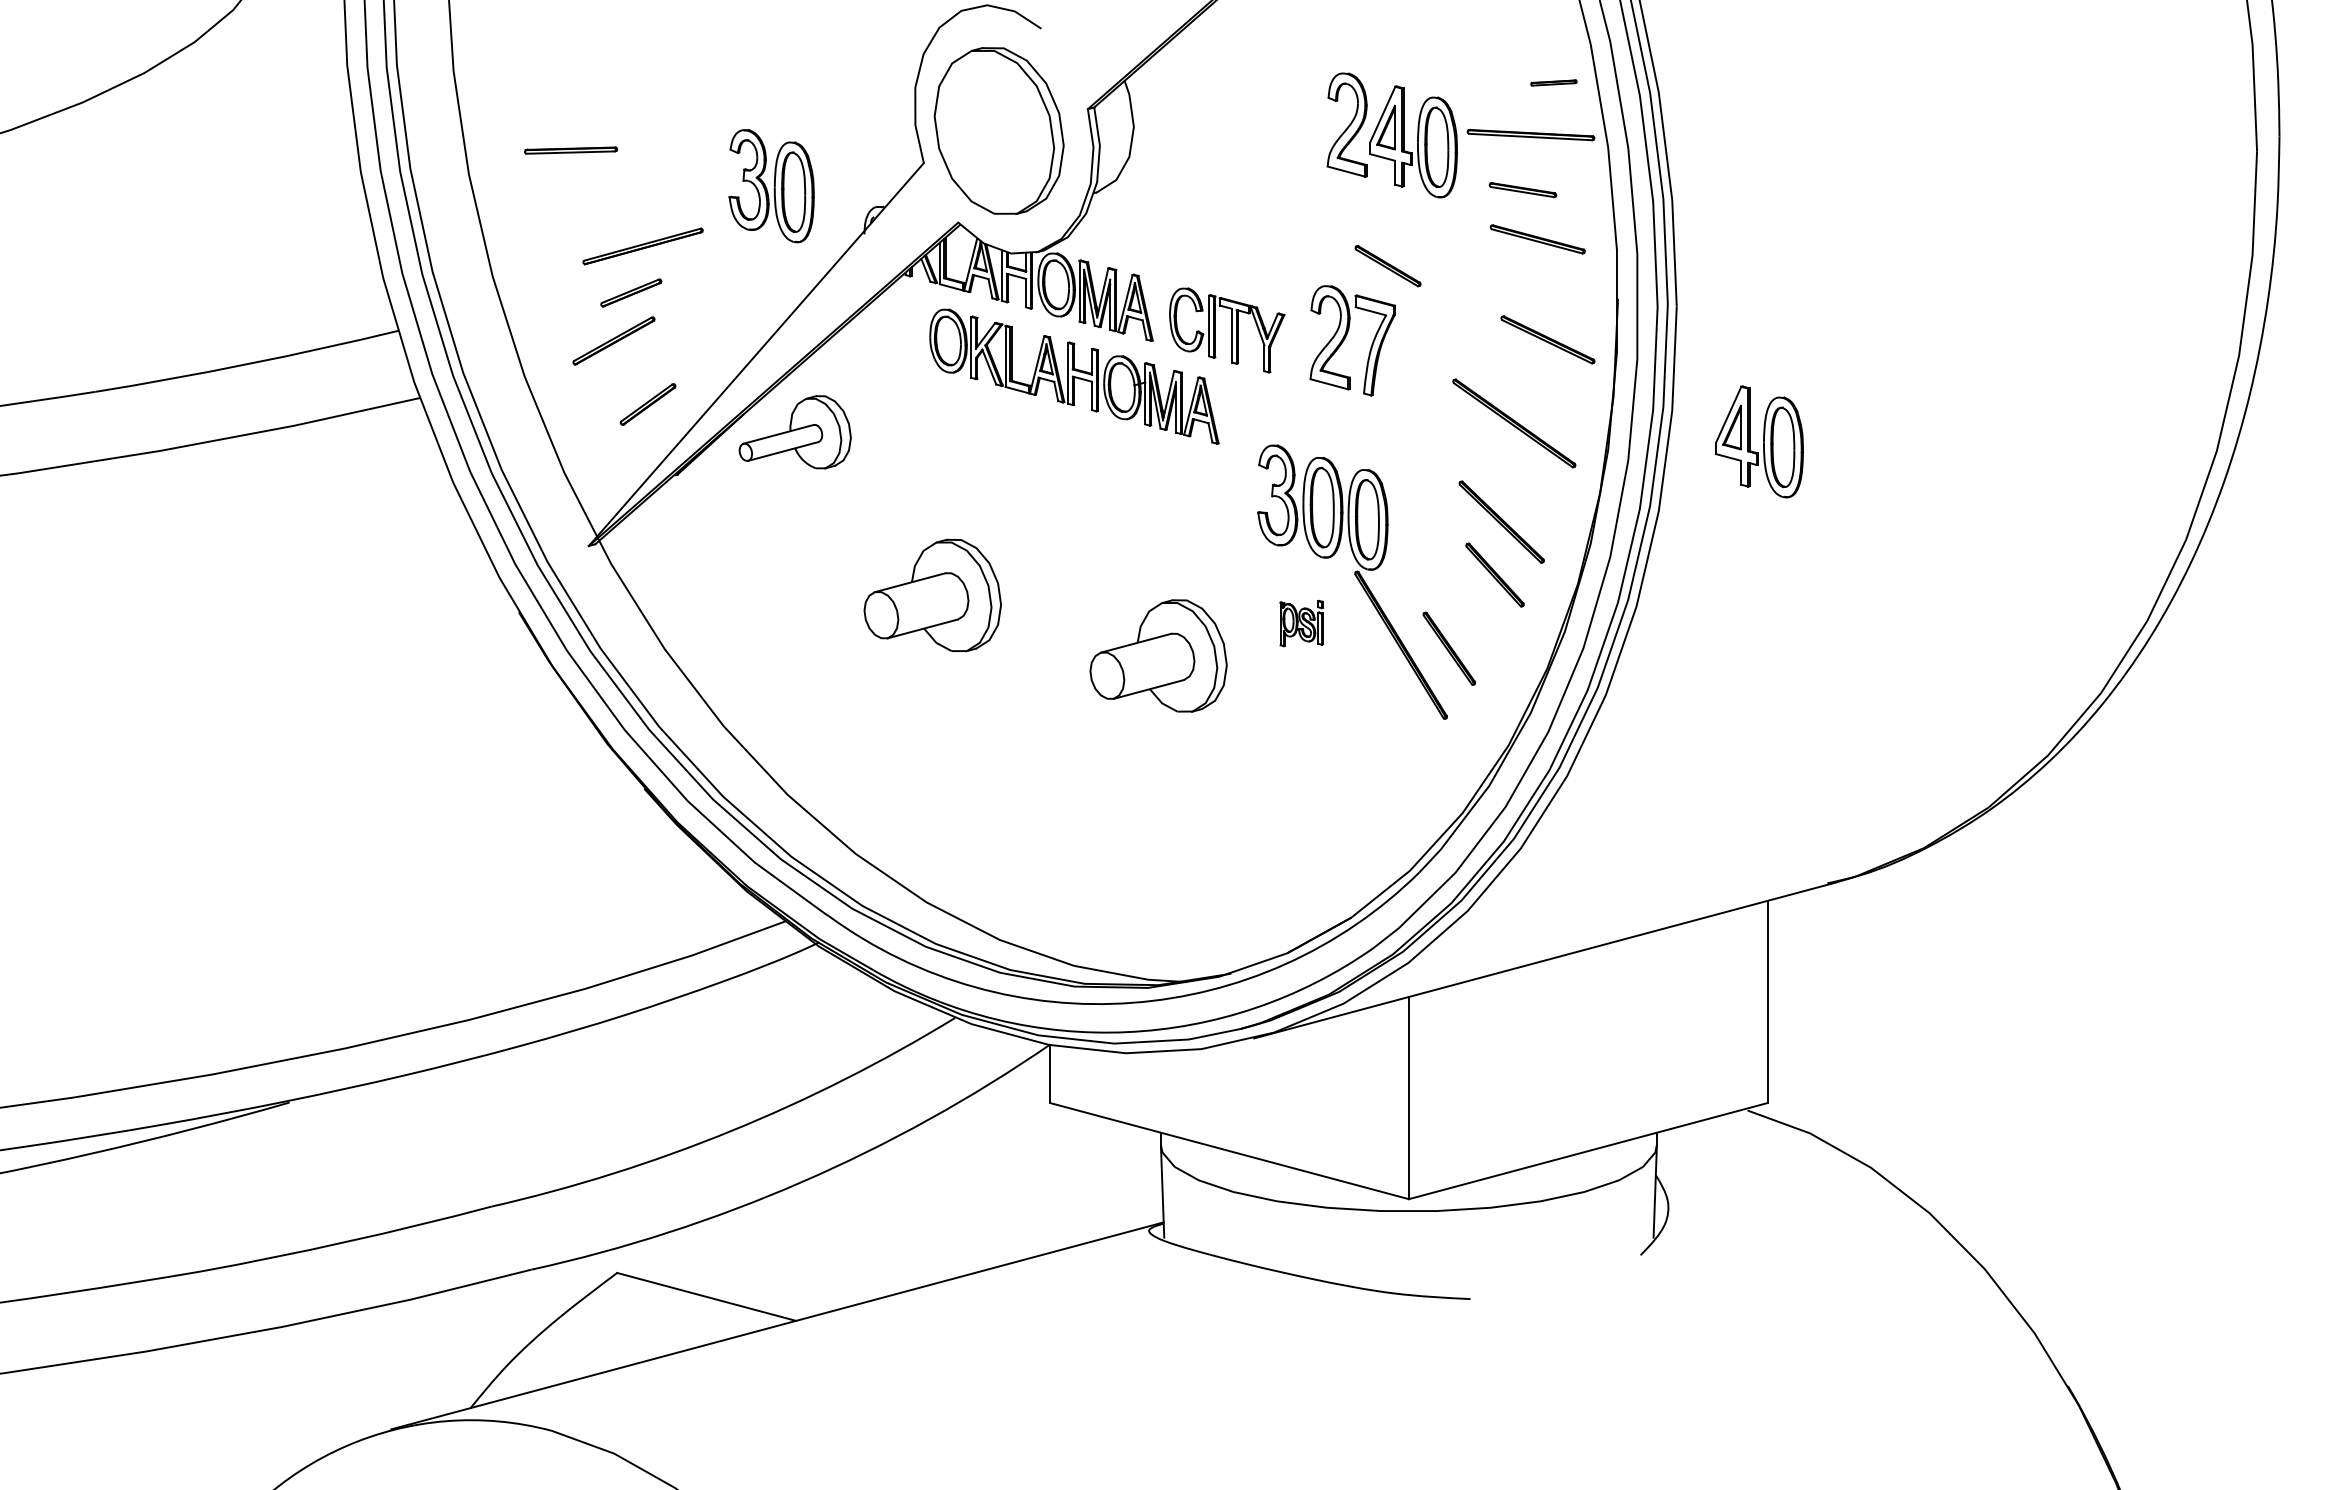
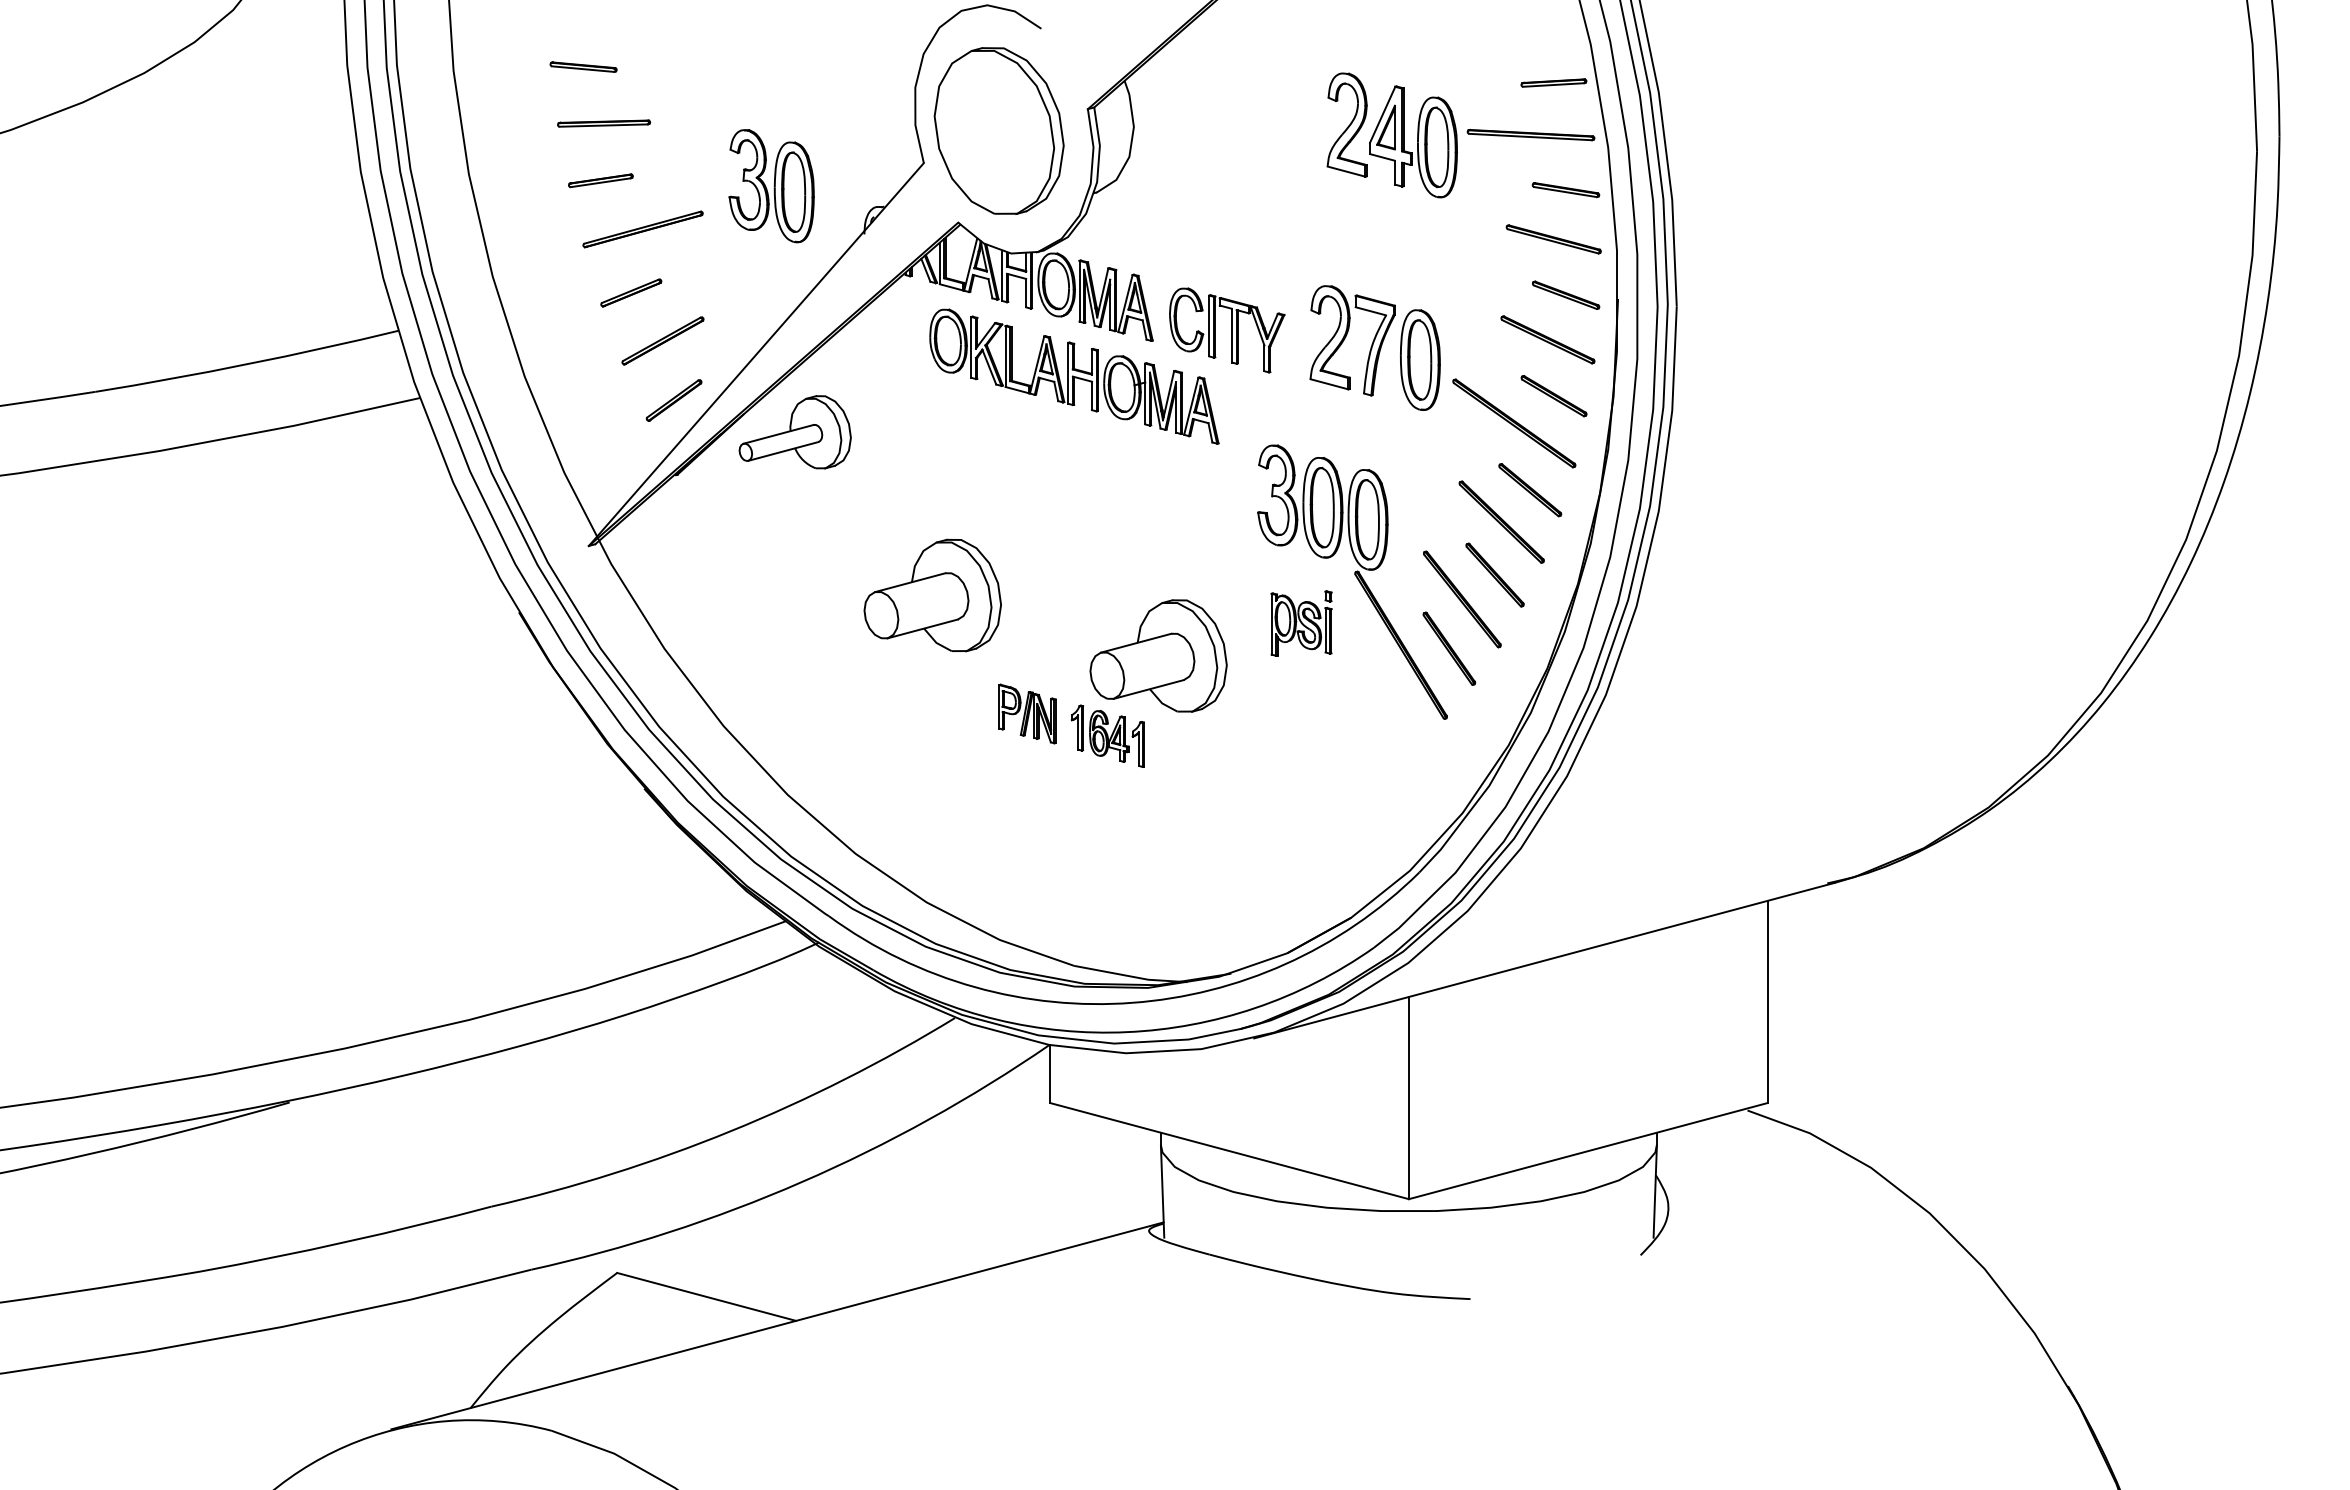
part at (583, 66): none -> present
part at (1553, 82) size: 48x8 px -> 68x10 px
part at (571, 150) position: (571, 150) -> (604, 123)
part at (600, 180): none -> present
part at (1522, 190) position: (1522, 190) -> (1565, 190)
part at (1537, 239) position: (1537, 239) -> (1553, 239)
part at (642, 246) position: (642, 246) -> (642, 229)
part at (1387, 266) position: (1387, 266) -> (1553, 396)
part at (1566, 294): none -> present
part at (613, 340) position: (613, 340) -> (662, 340)
part at (1420, 359): none -> present
part at (647, 404) position: (647, 404) -> (673, 400)
part at (1759, 441): present -> none
part at (1530, 490): none -> present
part at (1462, 599): none -> present
part at (1301, 623) size: 45x48 px -> 63x67 px
part at (1027, 713): none -> present
part at (1107, 735): none -> present
